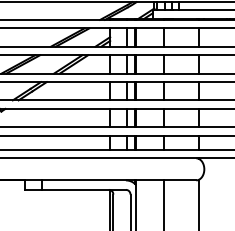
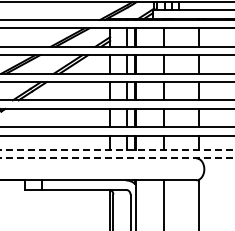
line at (117, 149): solid -> dashed
line at (117, 158): solid -> dashed
